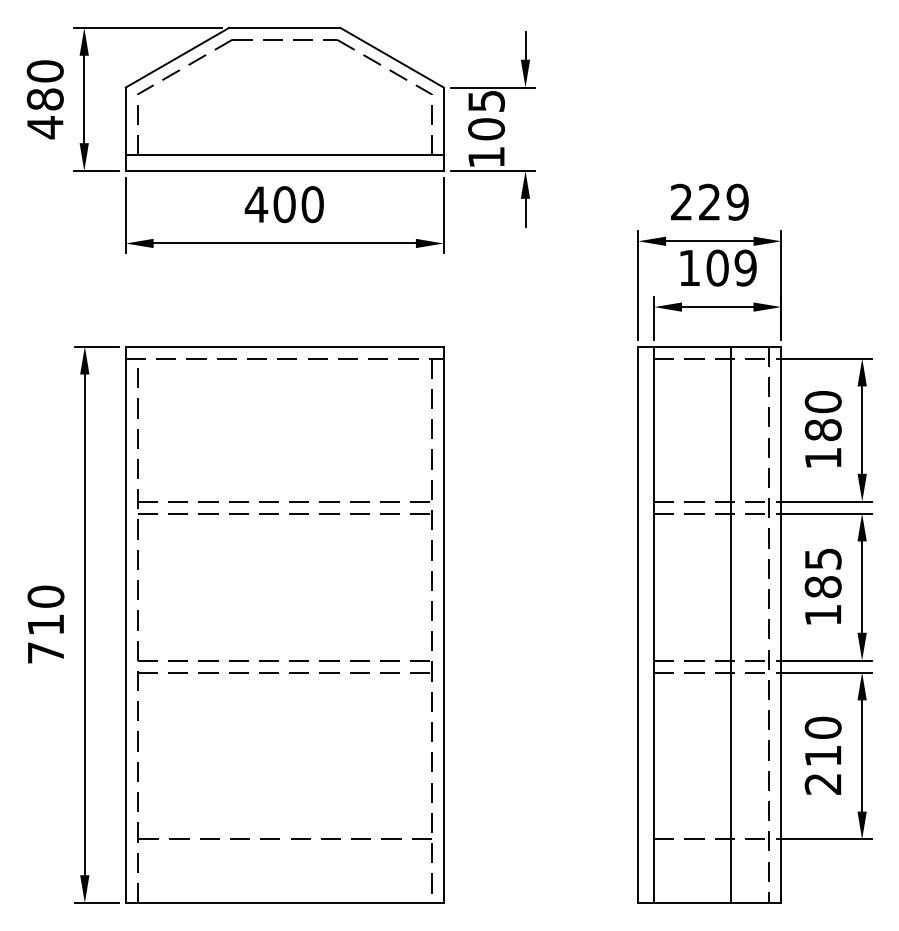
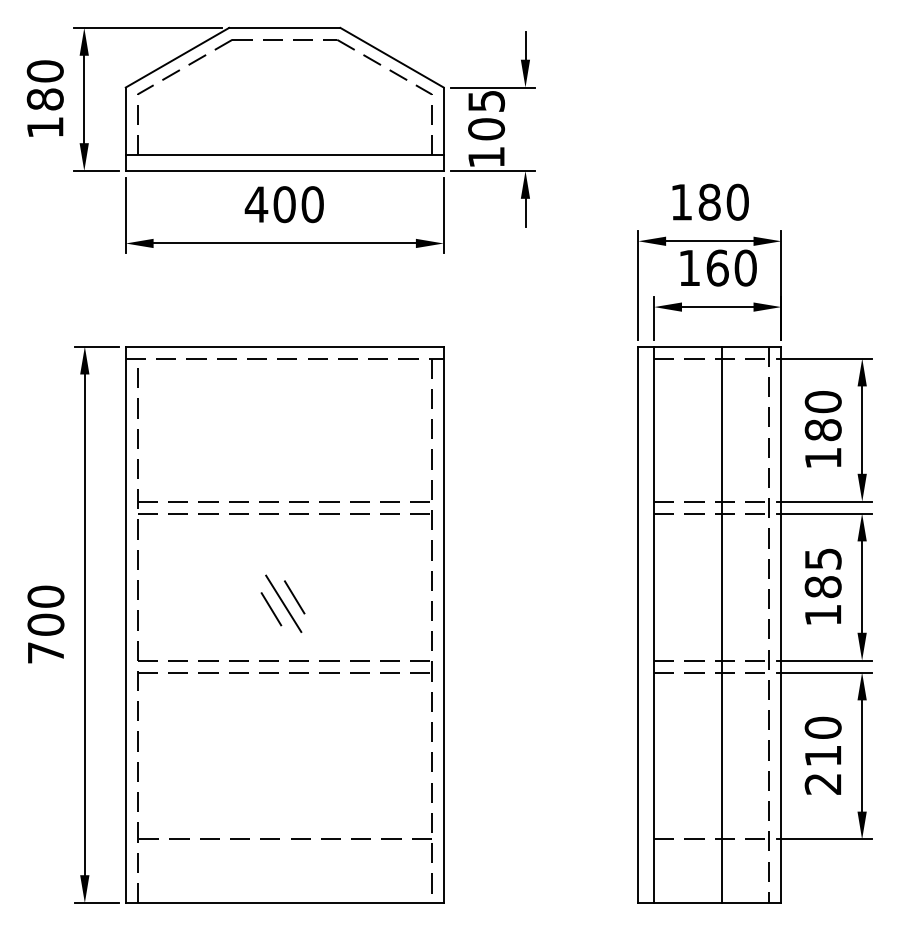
text at (45, 127): 480 -> 180
text at (709, 201): 229 -> 180
text at (731, 267): 109 -> 160
line at (294, 597): none -> present
line at (283, 603): none -> present
line at (271, 609): none -> present
text at (45, 624): 710 -> 700
line at (730, 624) position: (730, 624) -> (721, 624)
